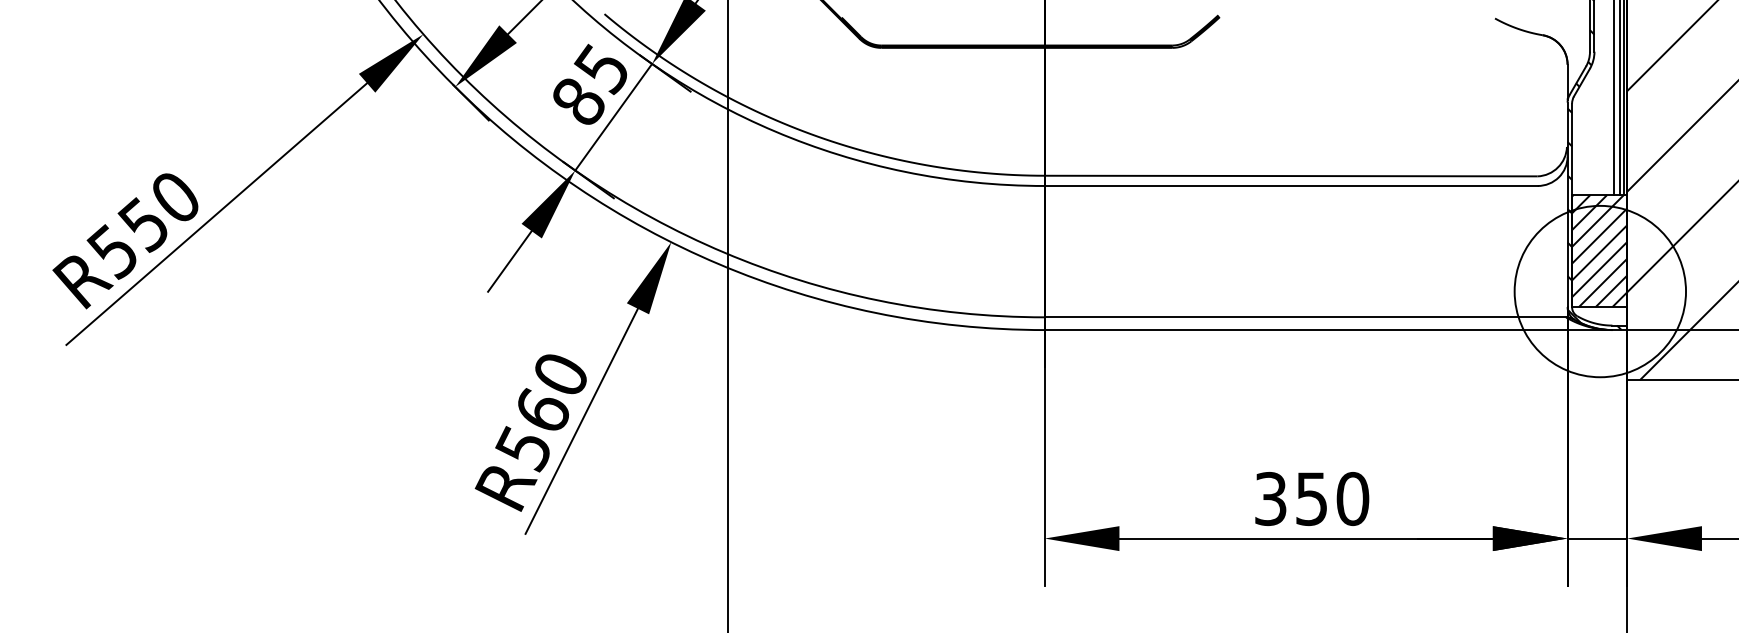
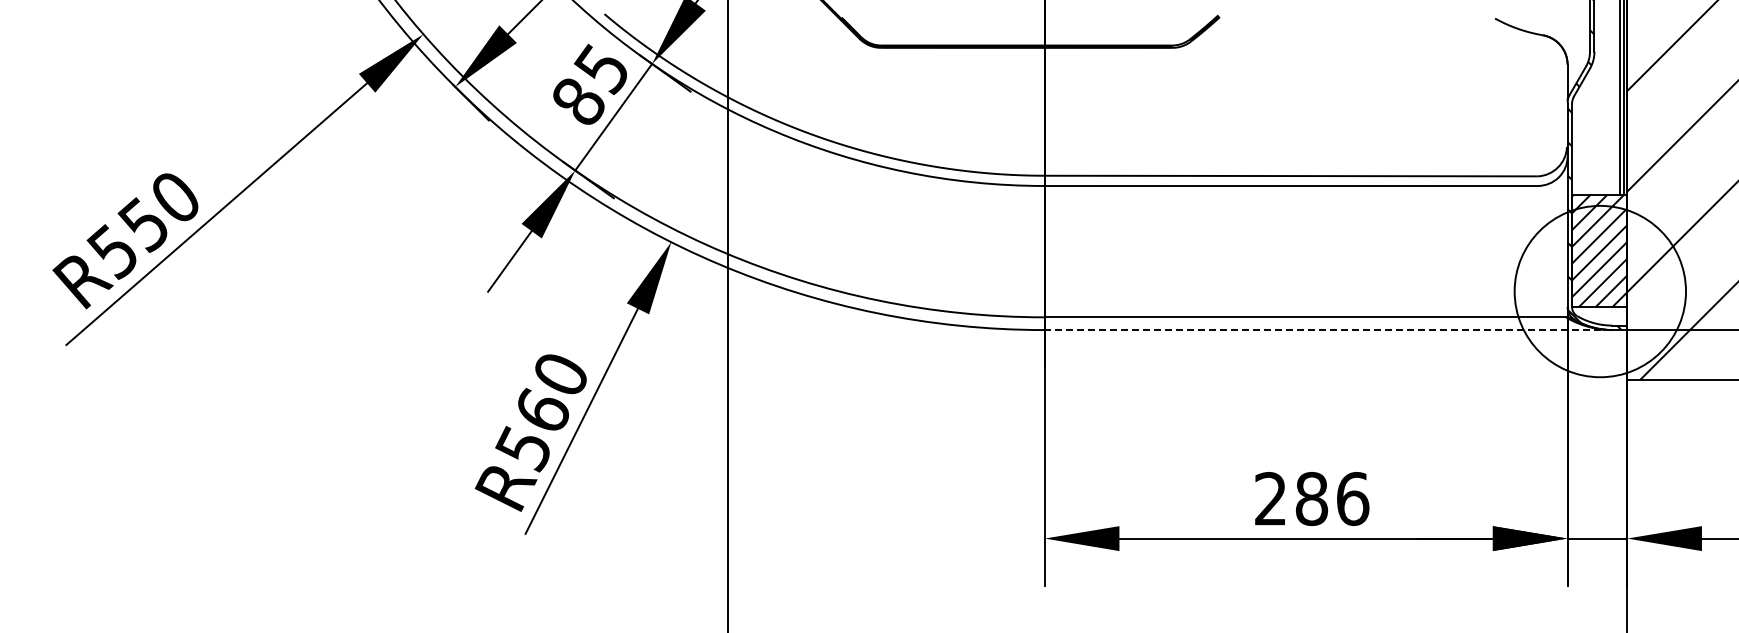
line at (1613, 98): present -> none
line at (1328, 330): solid -> dashed
text at (1312, 498): 350 -> 286
